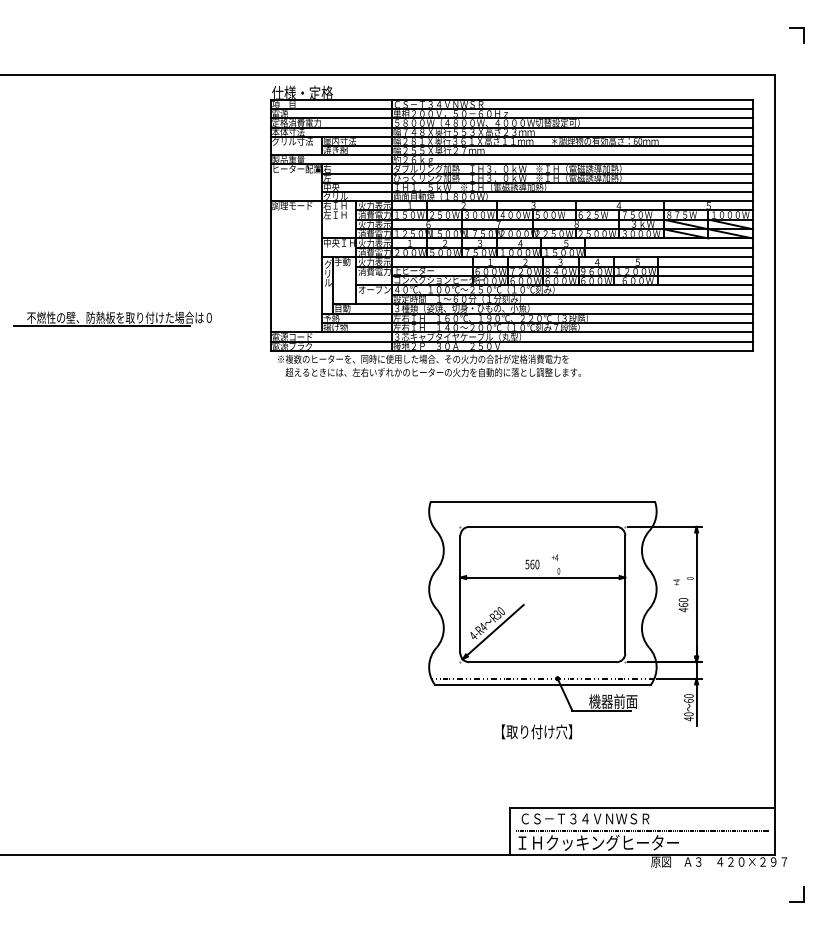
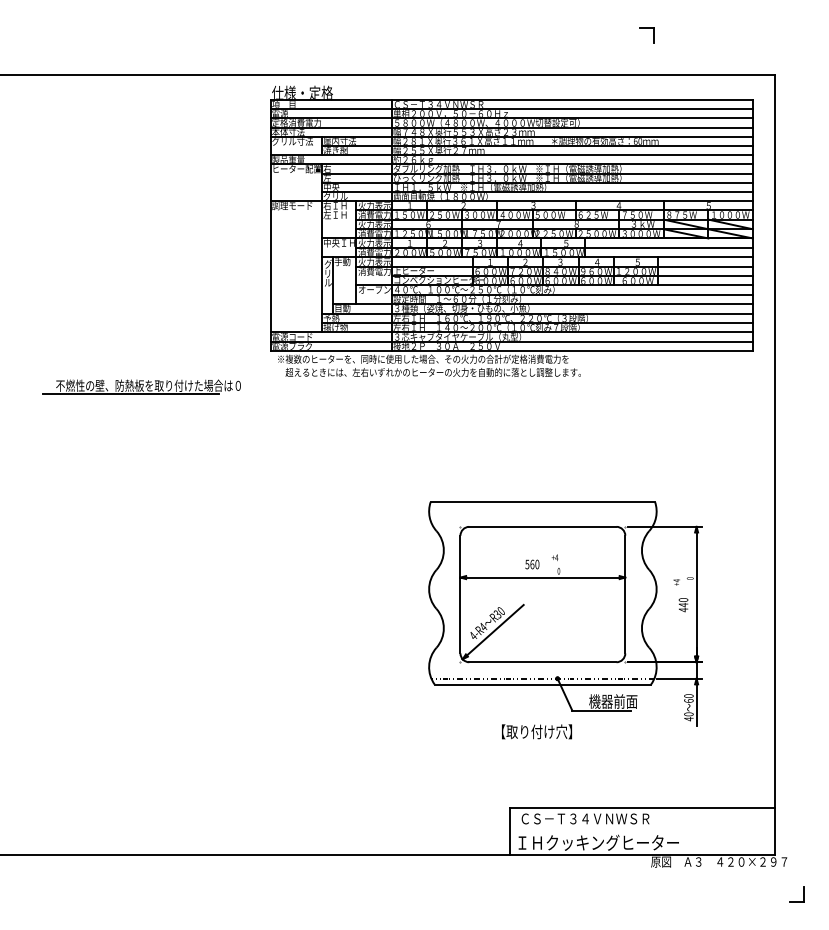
part at (796, 28) position: (796, 28) -> (646, 28)
part at (112, 318) position: (112, 318) -> (141, 386)
text at (683, 605): 460 -> 440
line at (641, 831): present -> none
